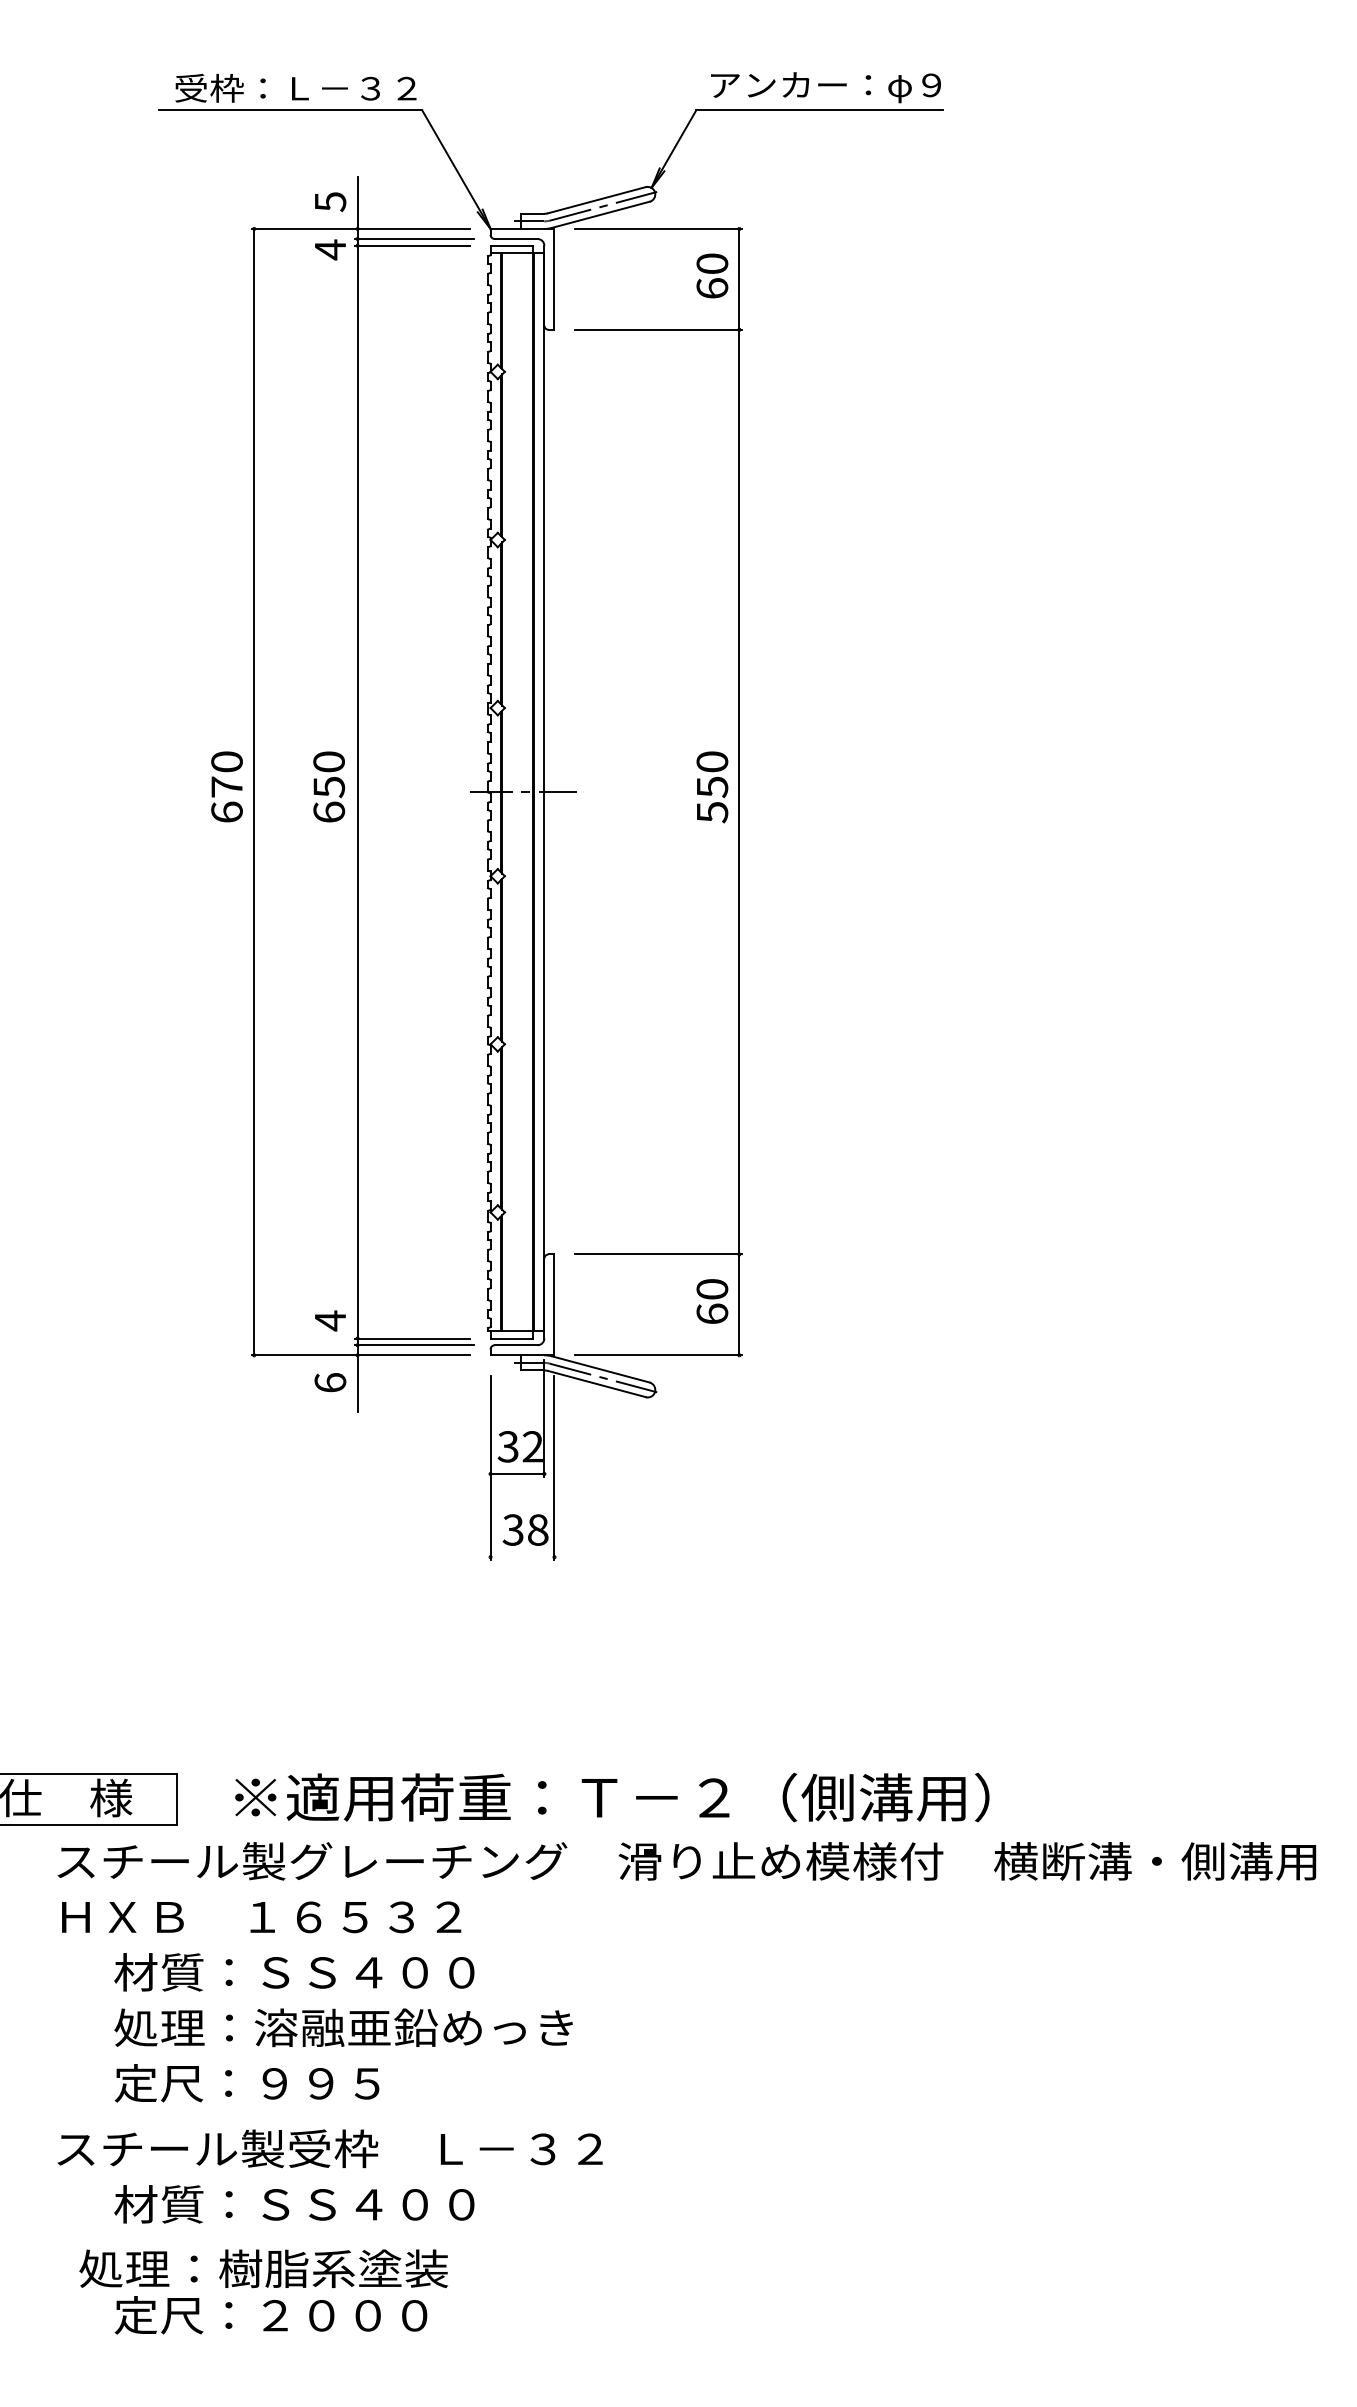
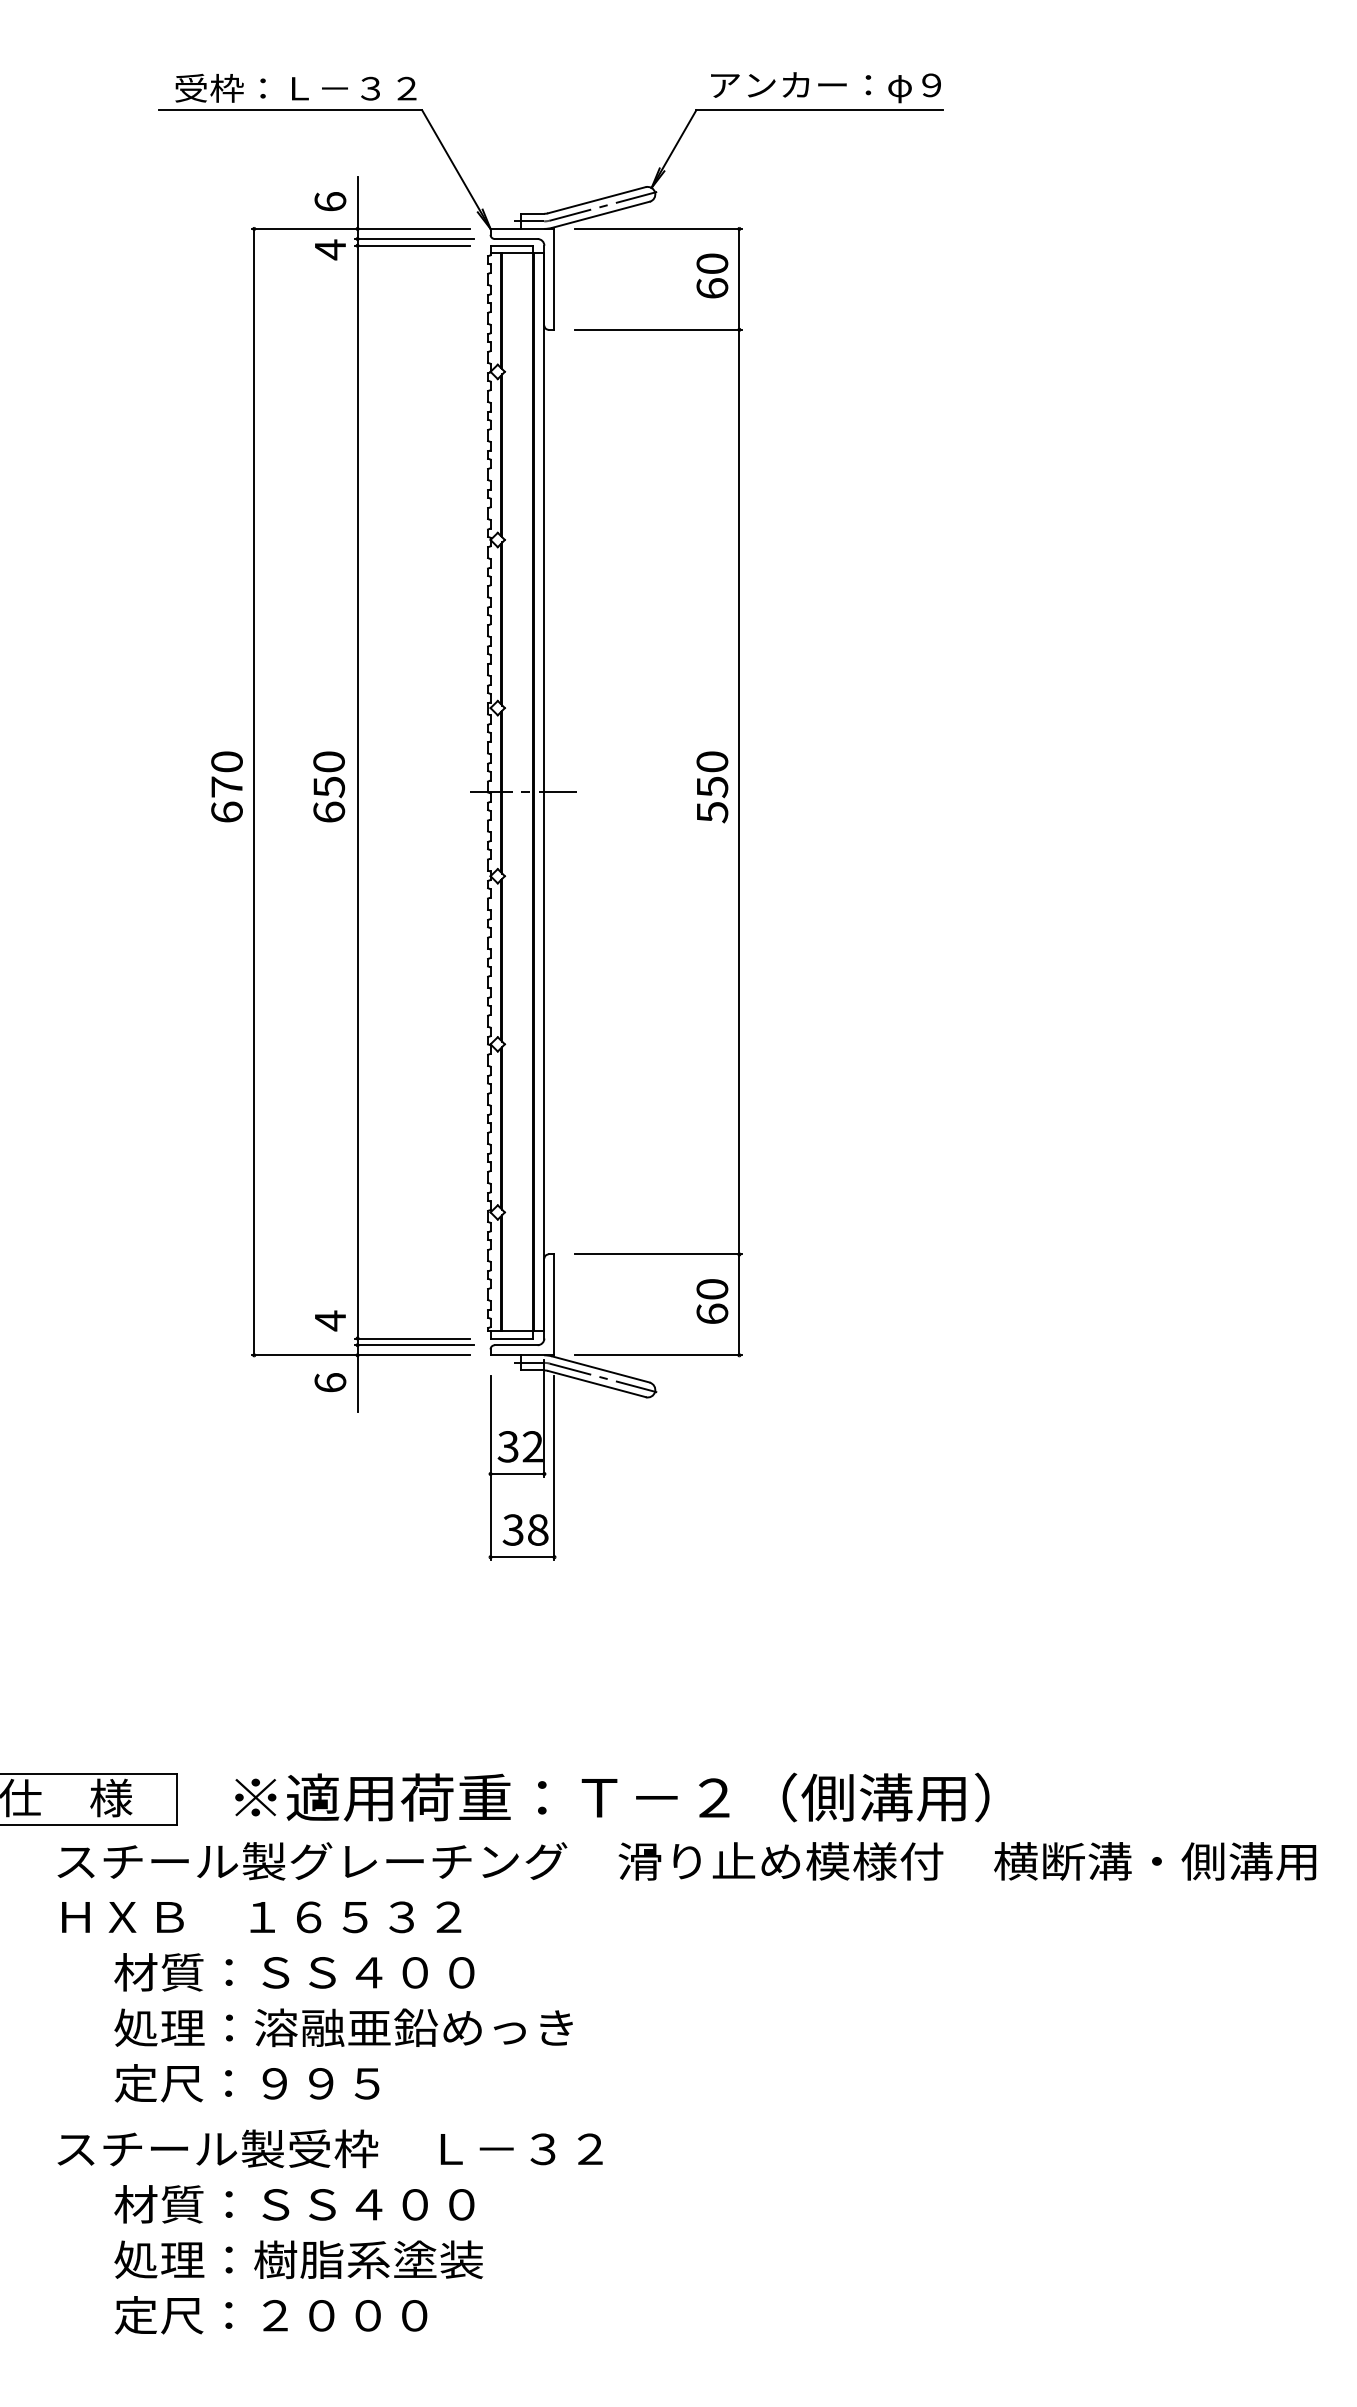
text at (330, 202): 5 -> 6
line at (522, 1557): none -> present
text at (263, 2268) position: (263, 2268) -> (298, 2259)
